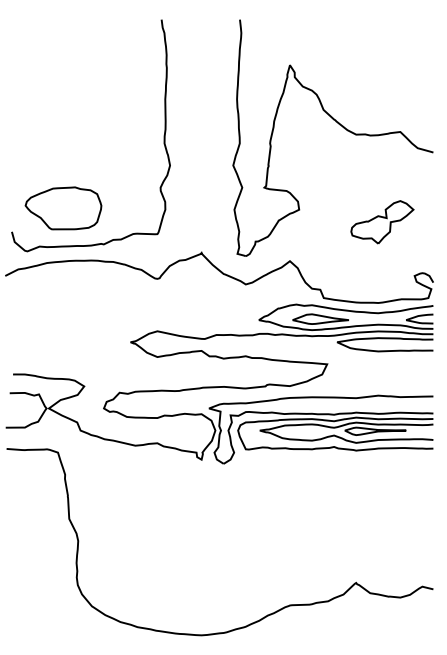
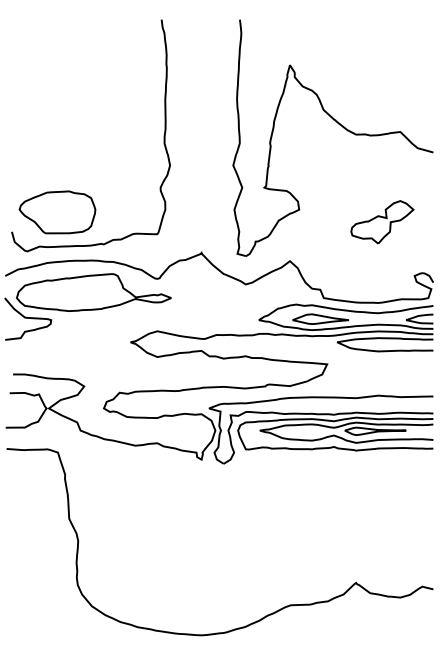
part at (63, 208) position: (63, 208) -> (57, 212)
part at (87, 306): none -> present
